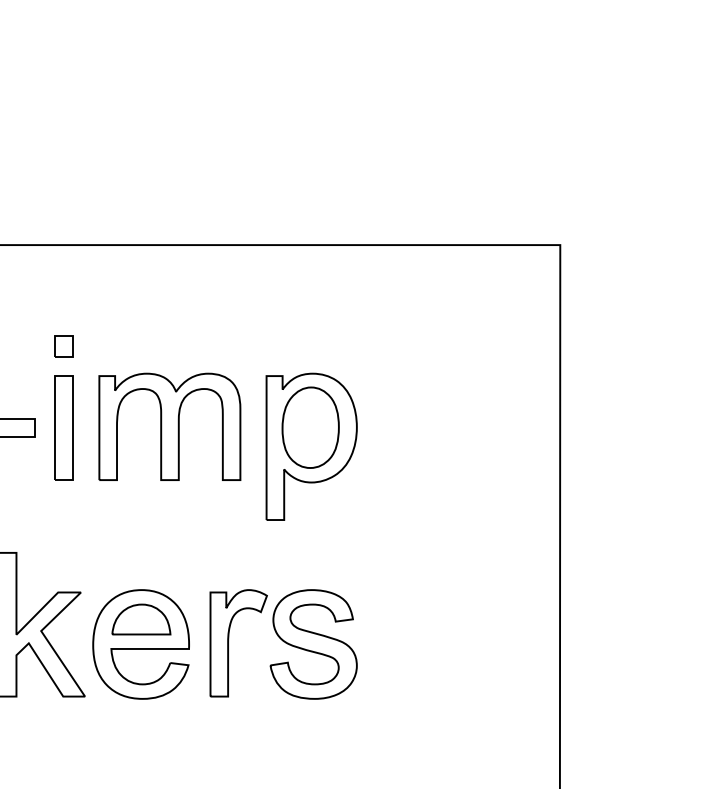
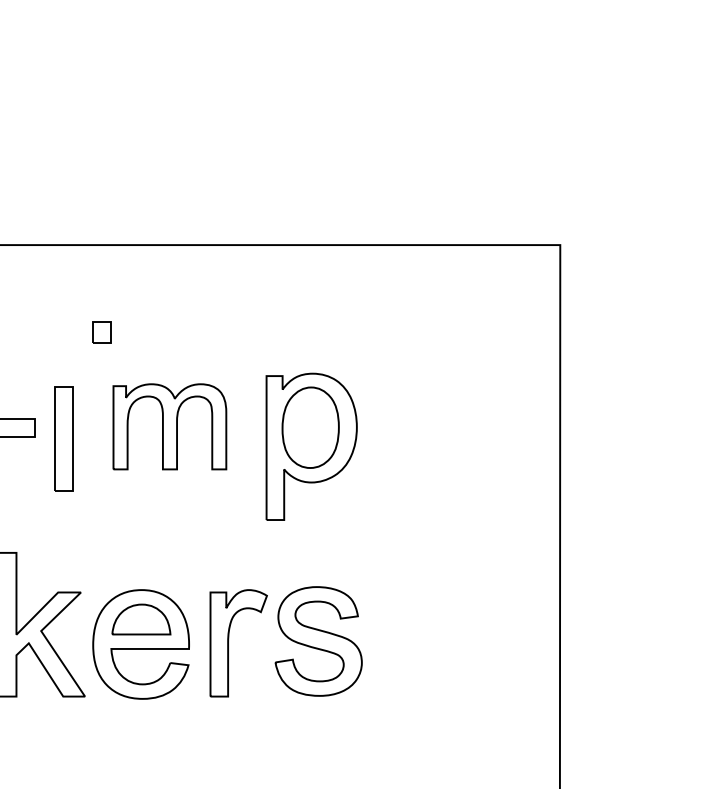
part at (63, 346) position: (63, 346) -> (101, 332)
part at (169, 426) size: 144x109 px -> 116x88 px
part at (63, 427) position: (63, 427) -> (63, 438)
part at (313, 644) position: (313, 644) -> (318, 641)
